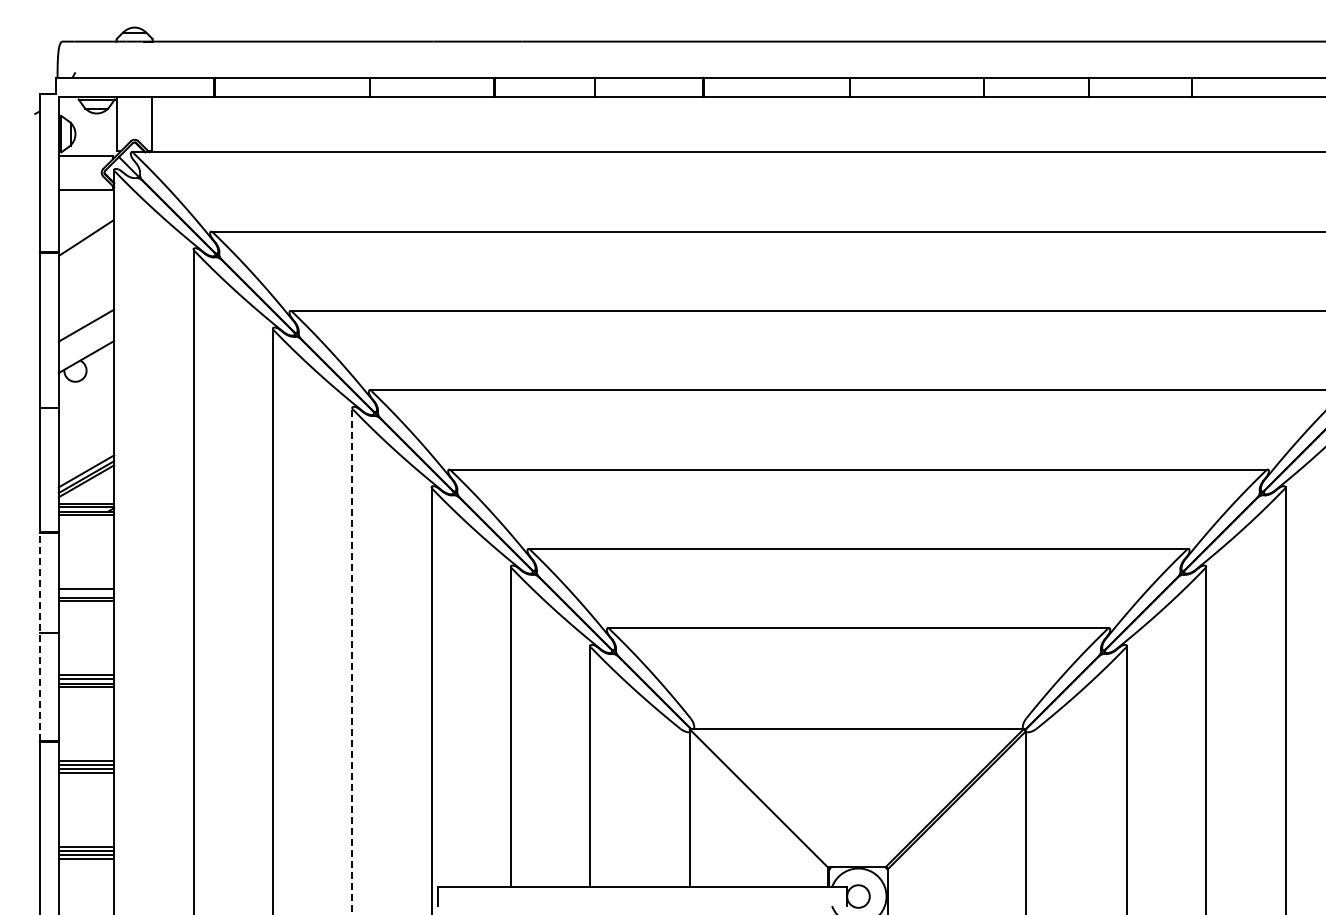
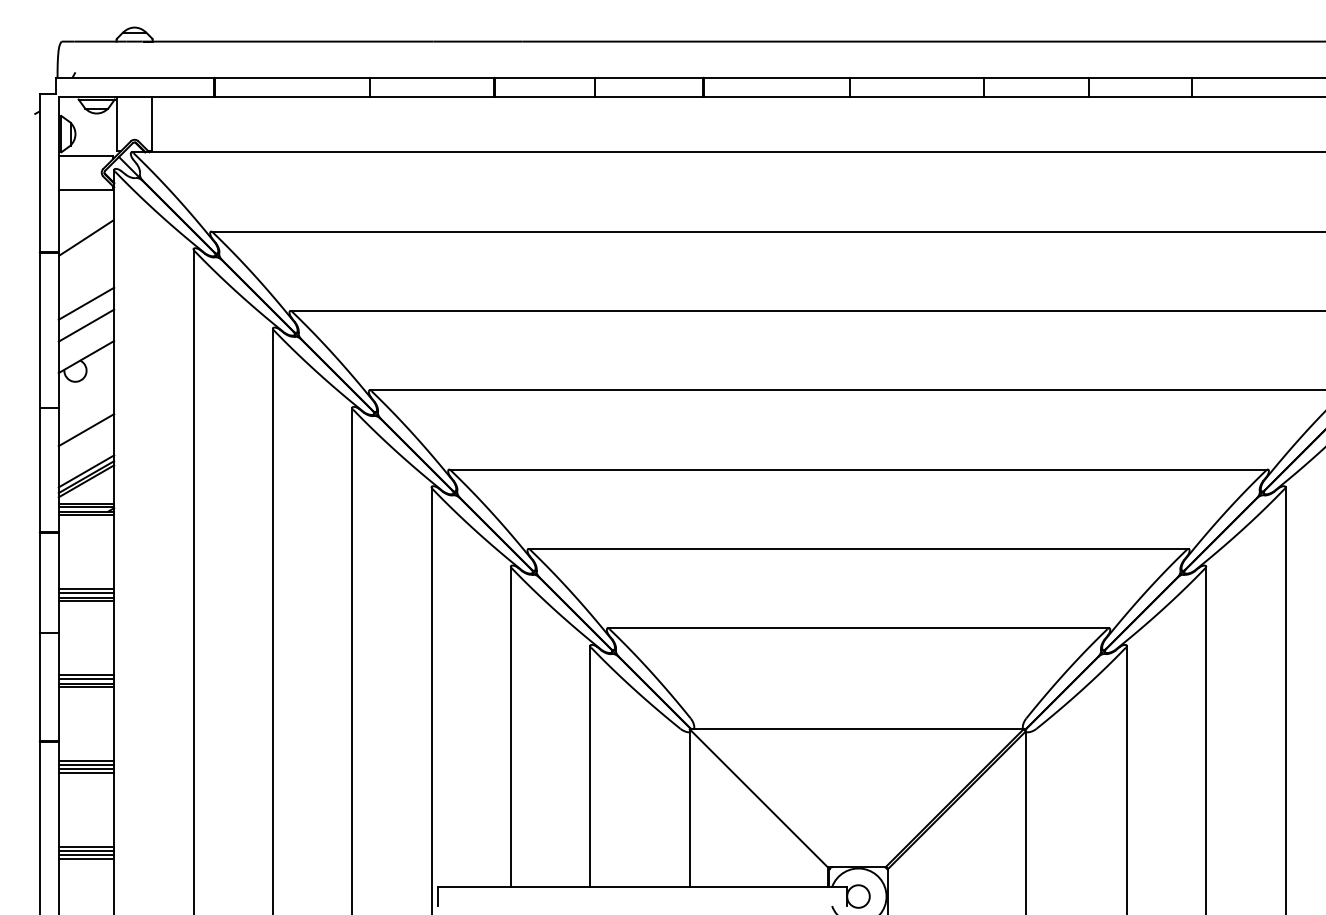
line at (86, 303): none -> present
line at (86, 430): none -> present
line at (86, 593): none -> present
line at (39, 636): dashed -> solid
line at (352, 660): dashed -> solid
